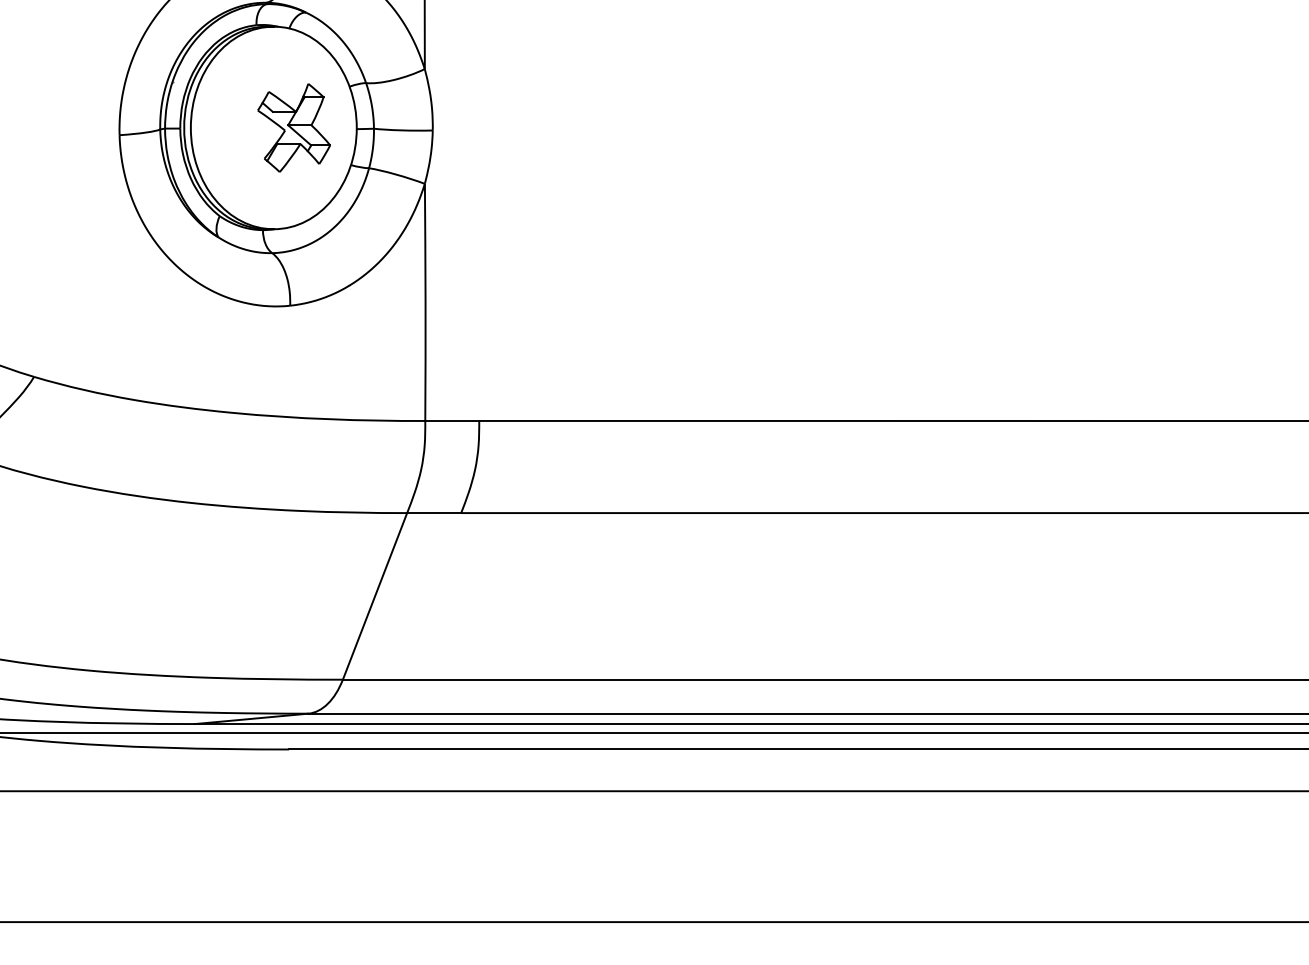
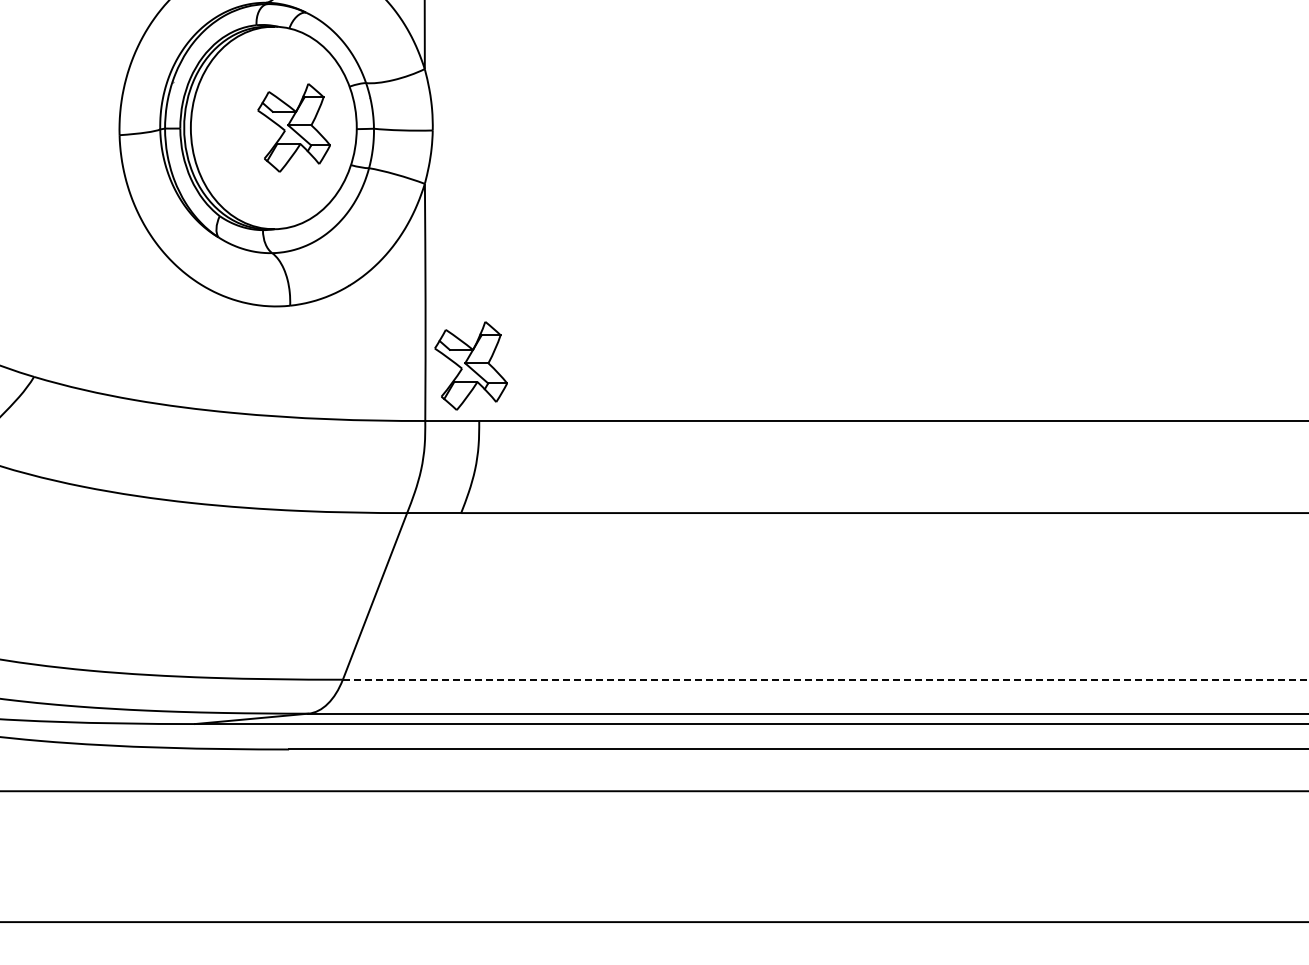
part at (470, 365): none -> present
line at (825, 679): solid -> dashed
line at (653, 733): present -> none
